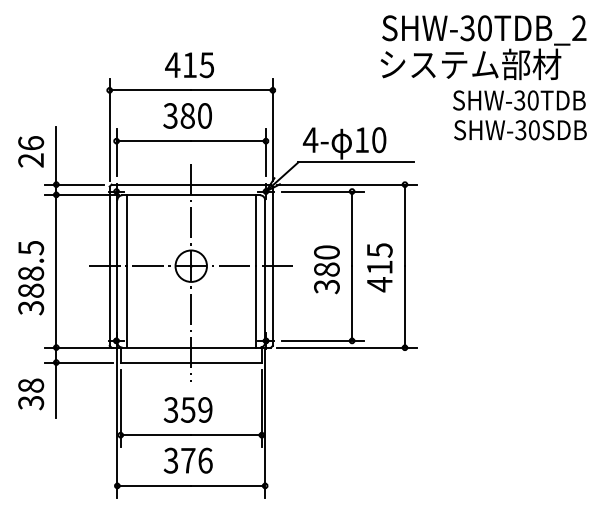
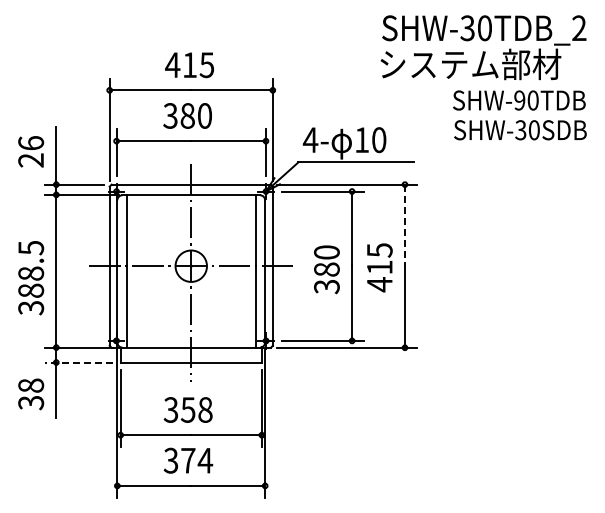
text at (519, 100): SHW-30TDB -> SHW-90TDB
line at (404, 226): solid -> dashed
line at (78, 362): solid -> dashed
text at (205, 409): 359 -> 358
text at (205, 460): 376 -> 374
